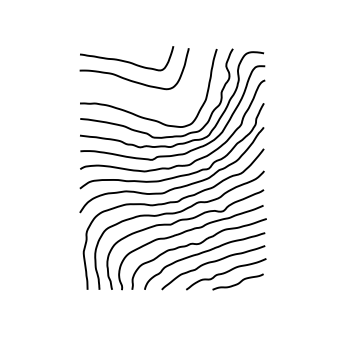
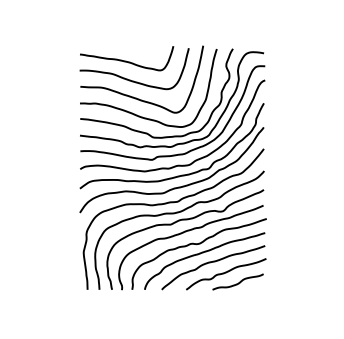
curve at (136, 97): none -> present
